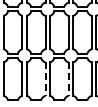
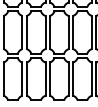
line at (45, 79): dashed -> solid
line at (68, 79): dashed -> solid
